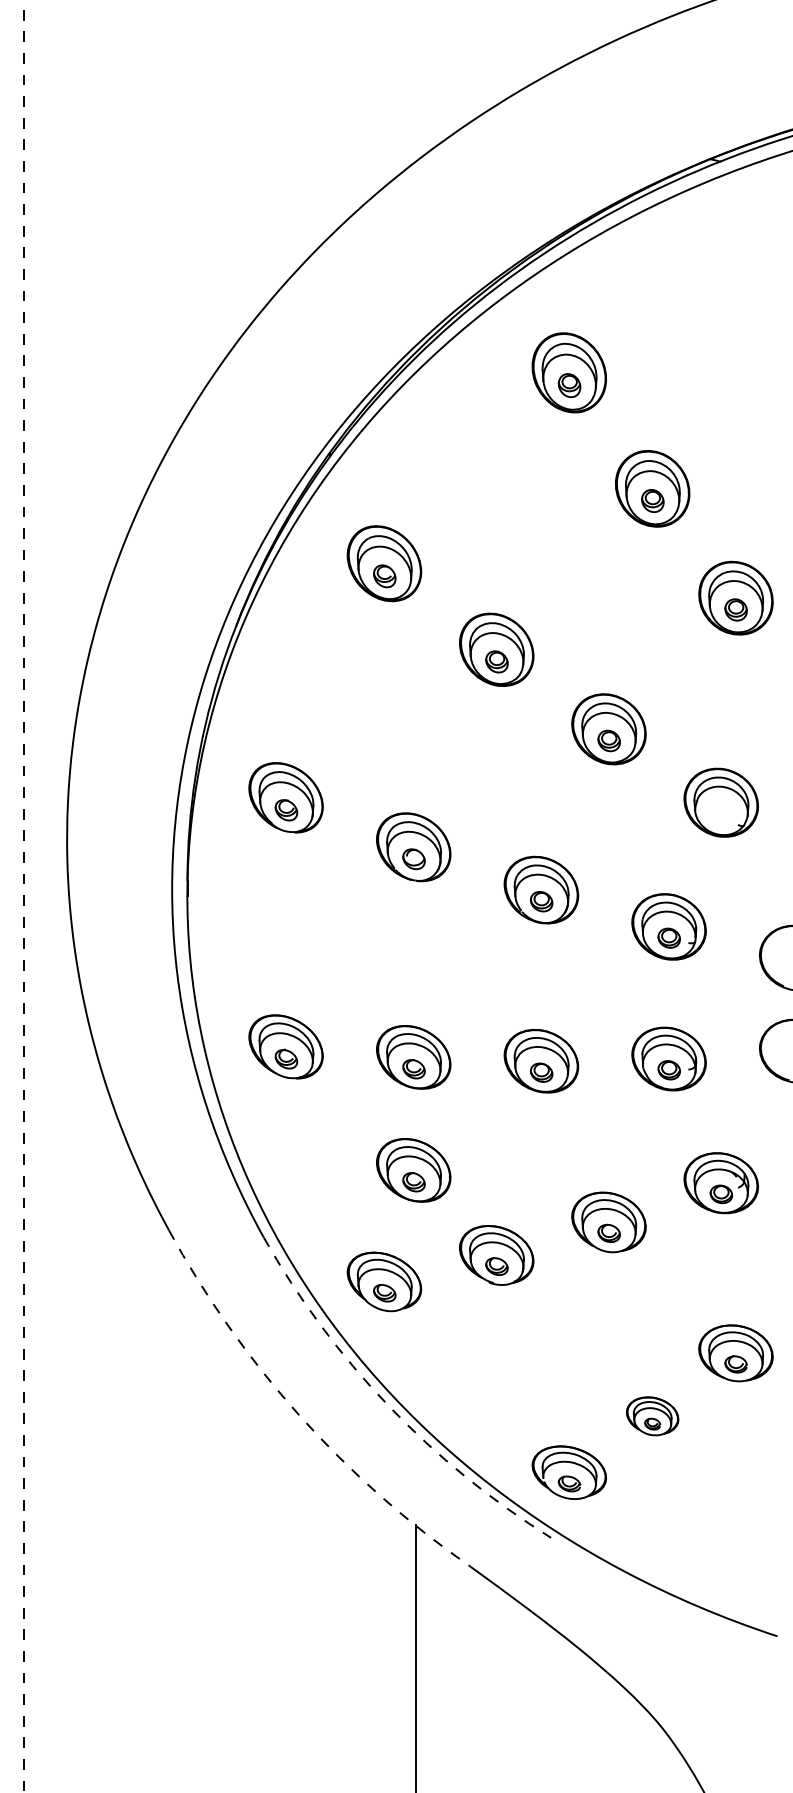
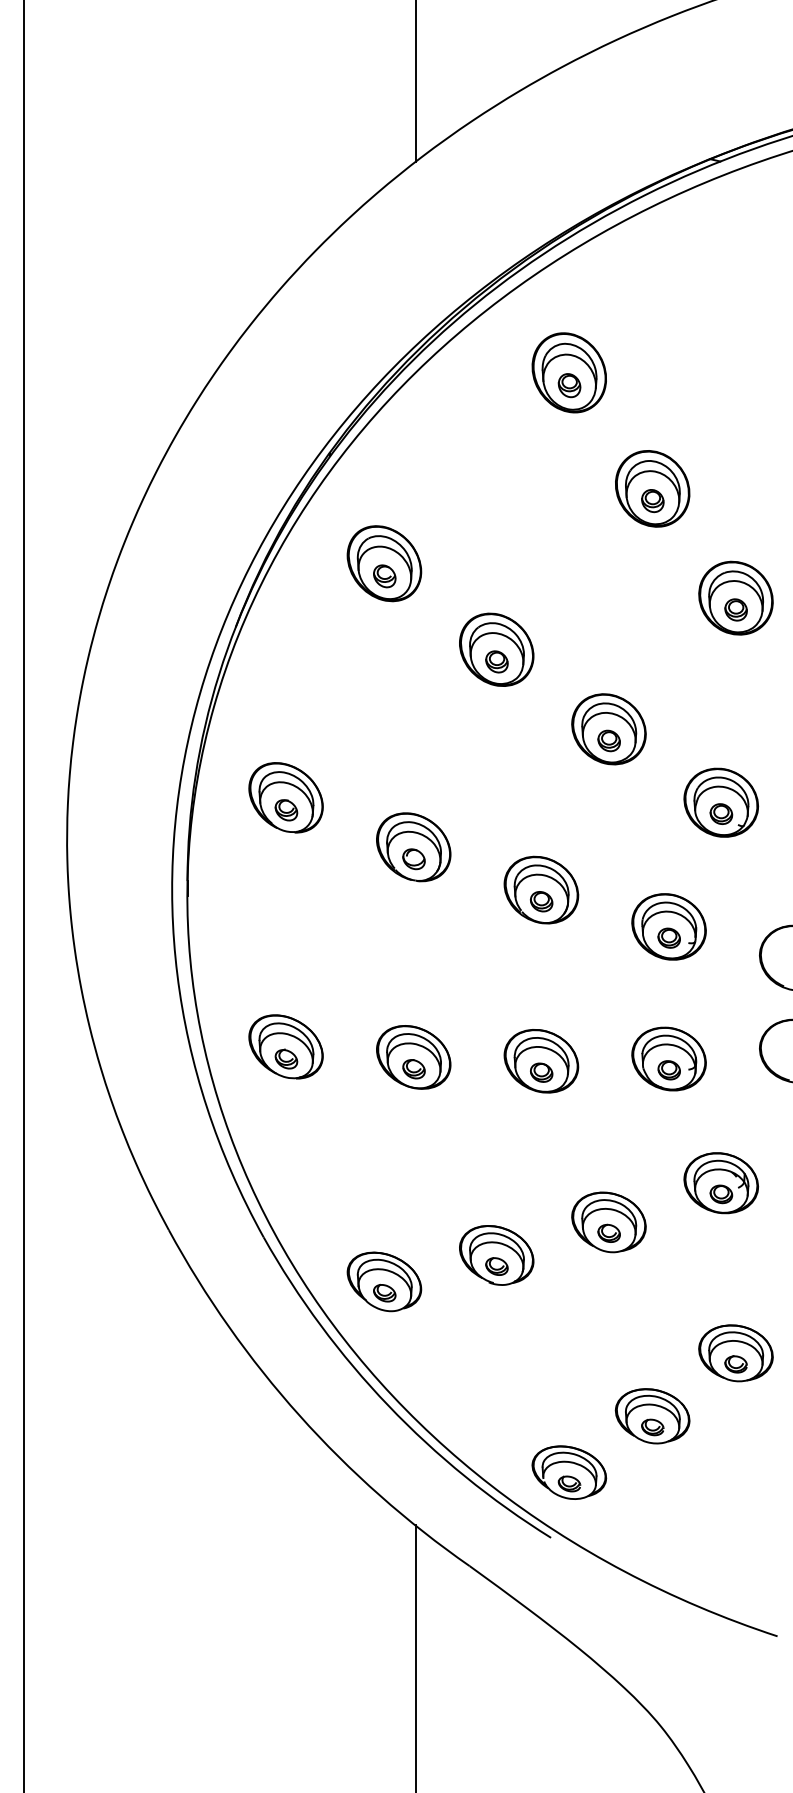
line at (416, 81): none -> present
part at (721, 813): none -> present
line at (23, 896): dashed -> solid
part at (413, 1170): present -> none
arc at (388, 1405): dashed -> solid
arc at (299, 1415): dashed -> solid
part at (652, 1416) size: 55x41 px -> 77x57 px
